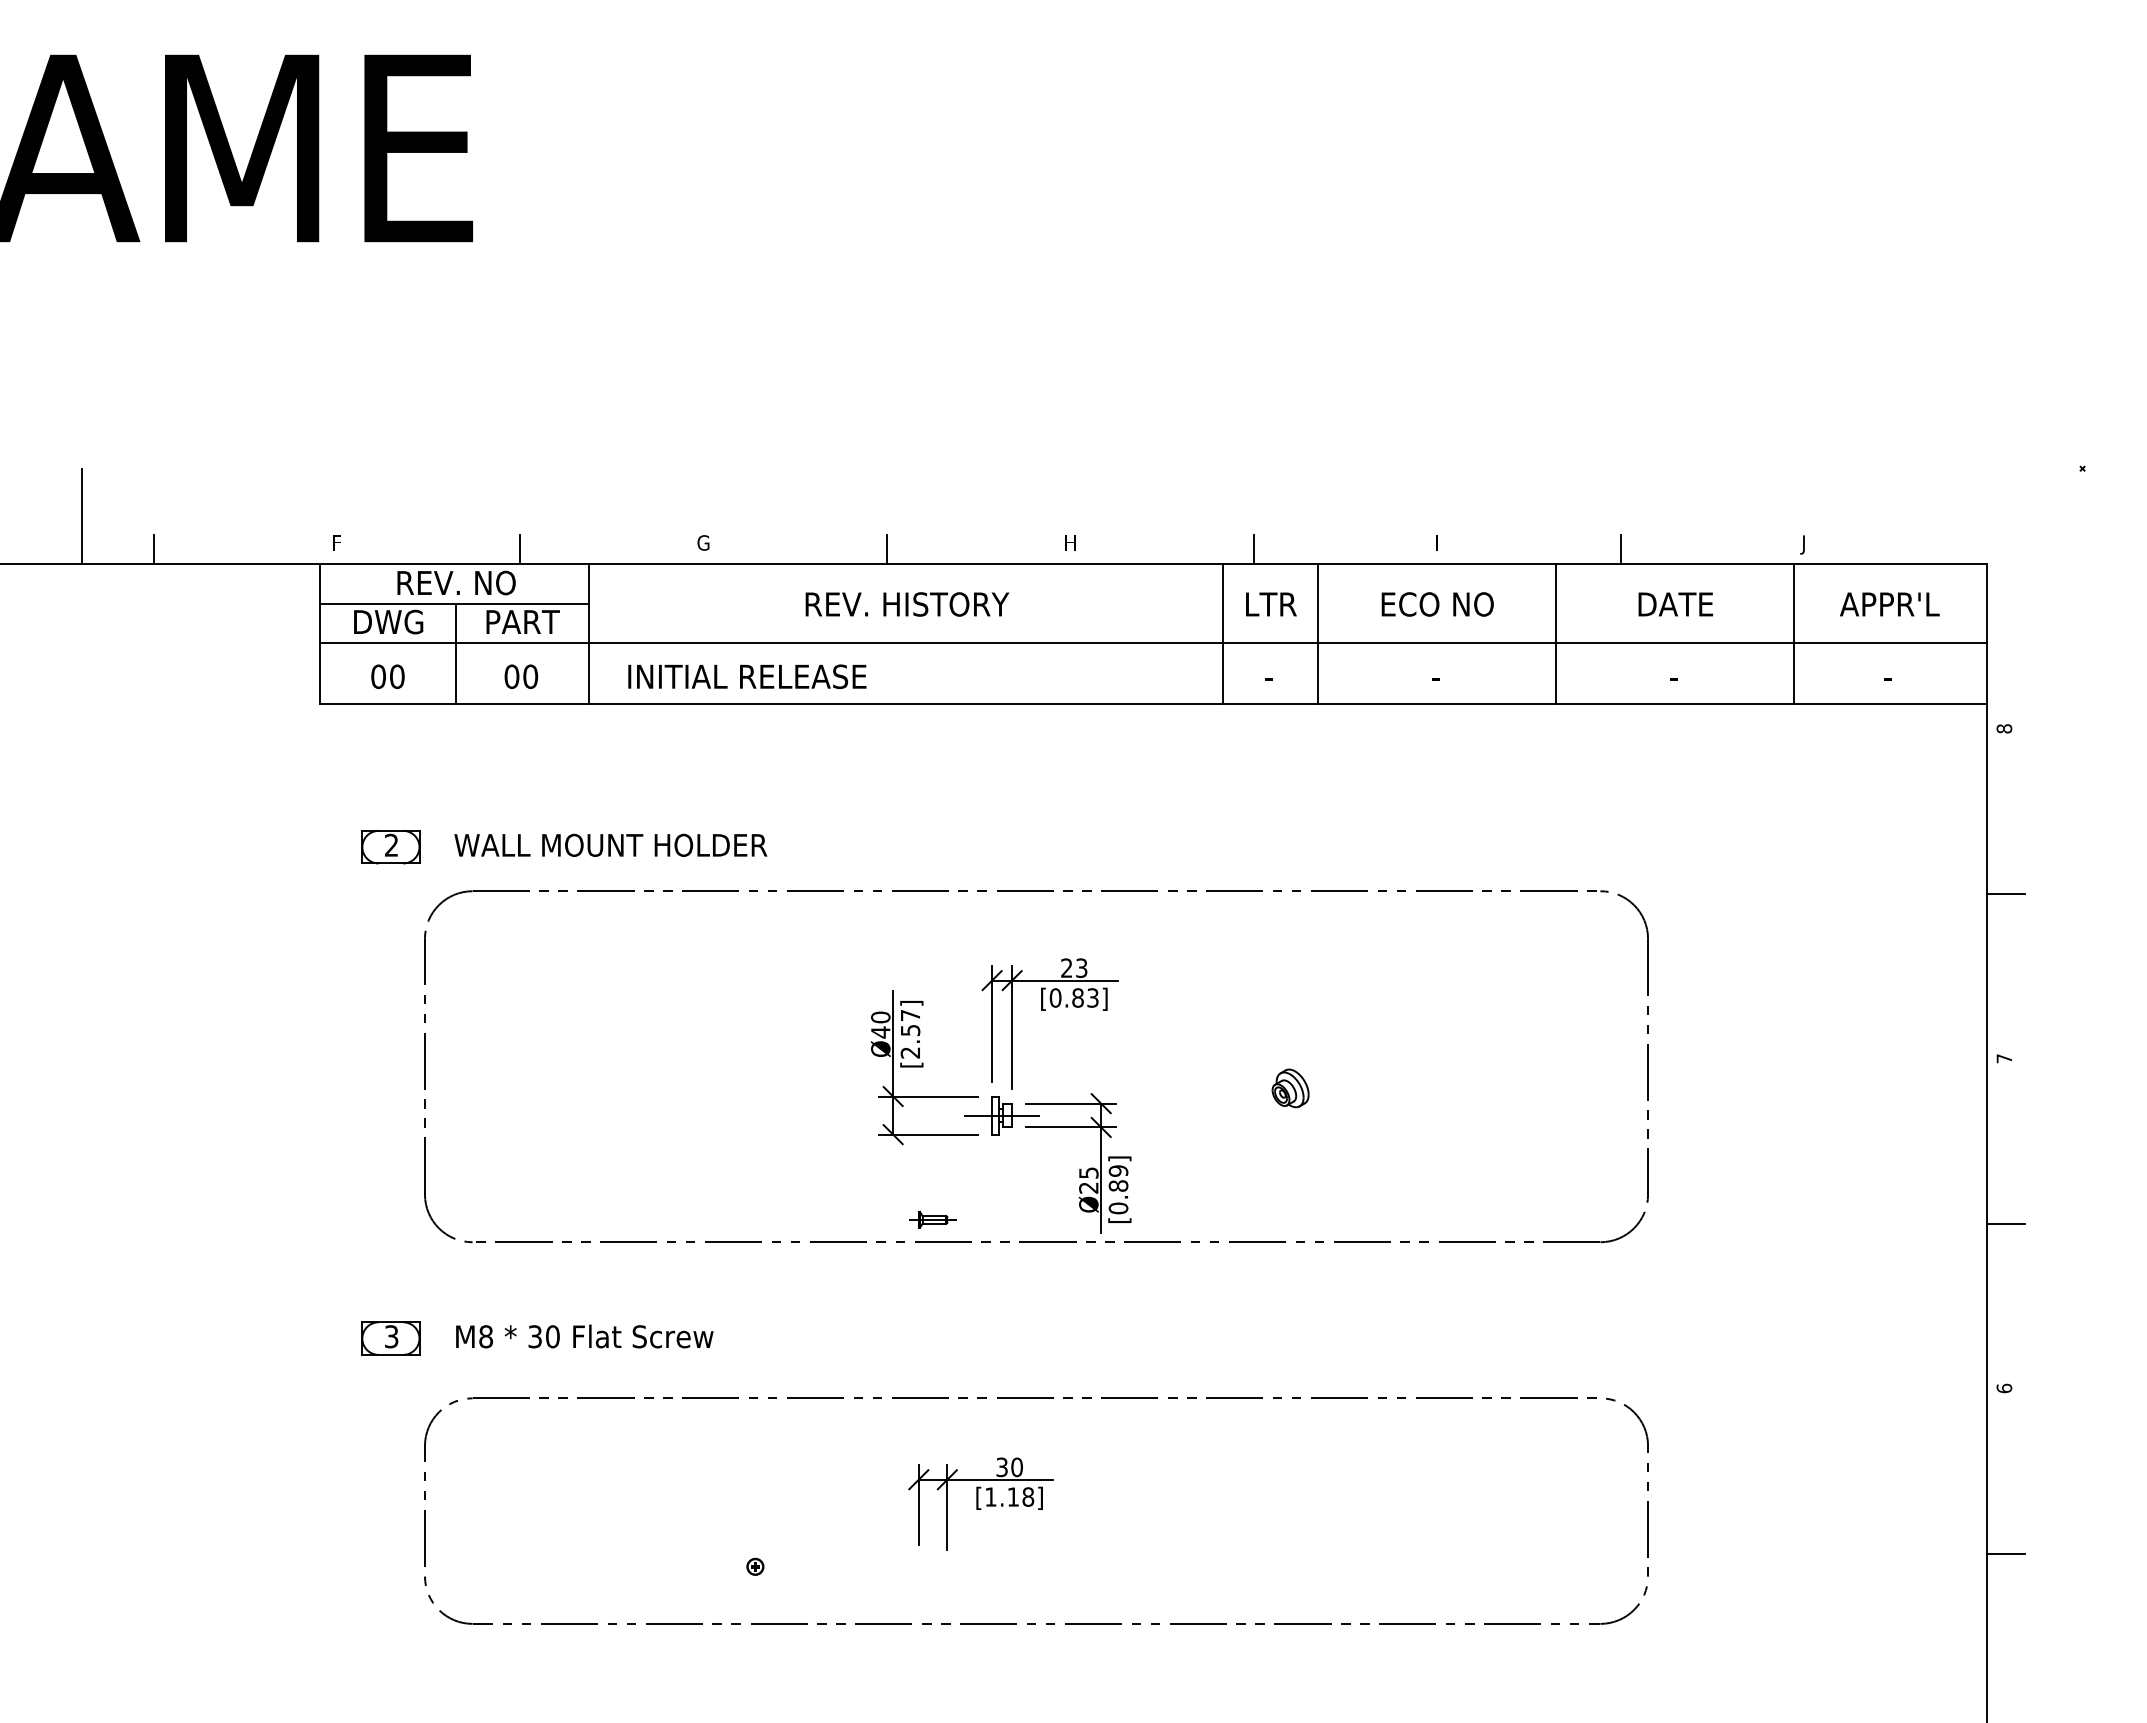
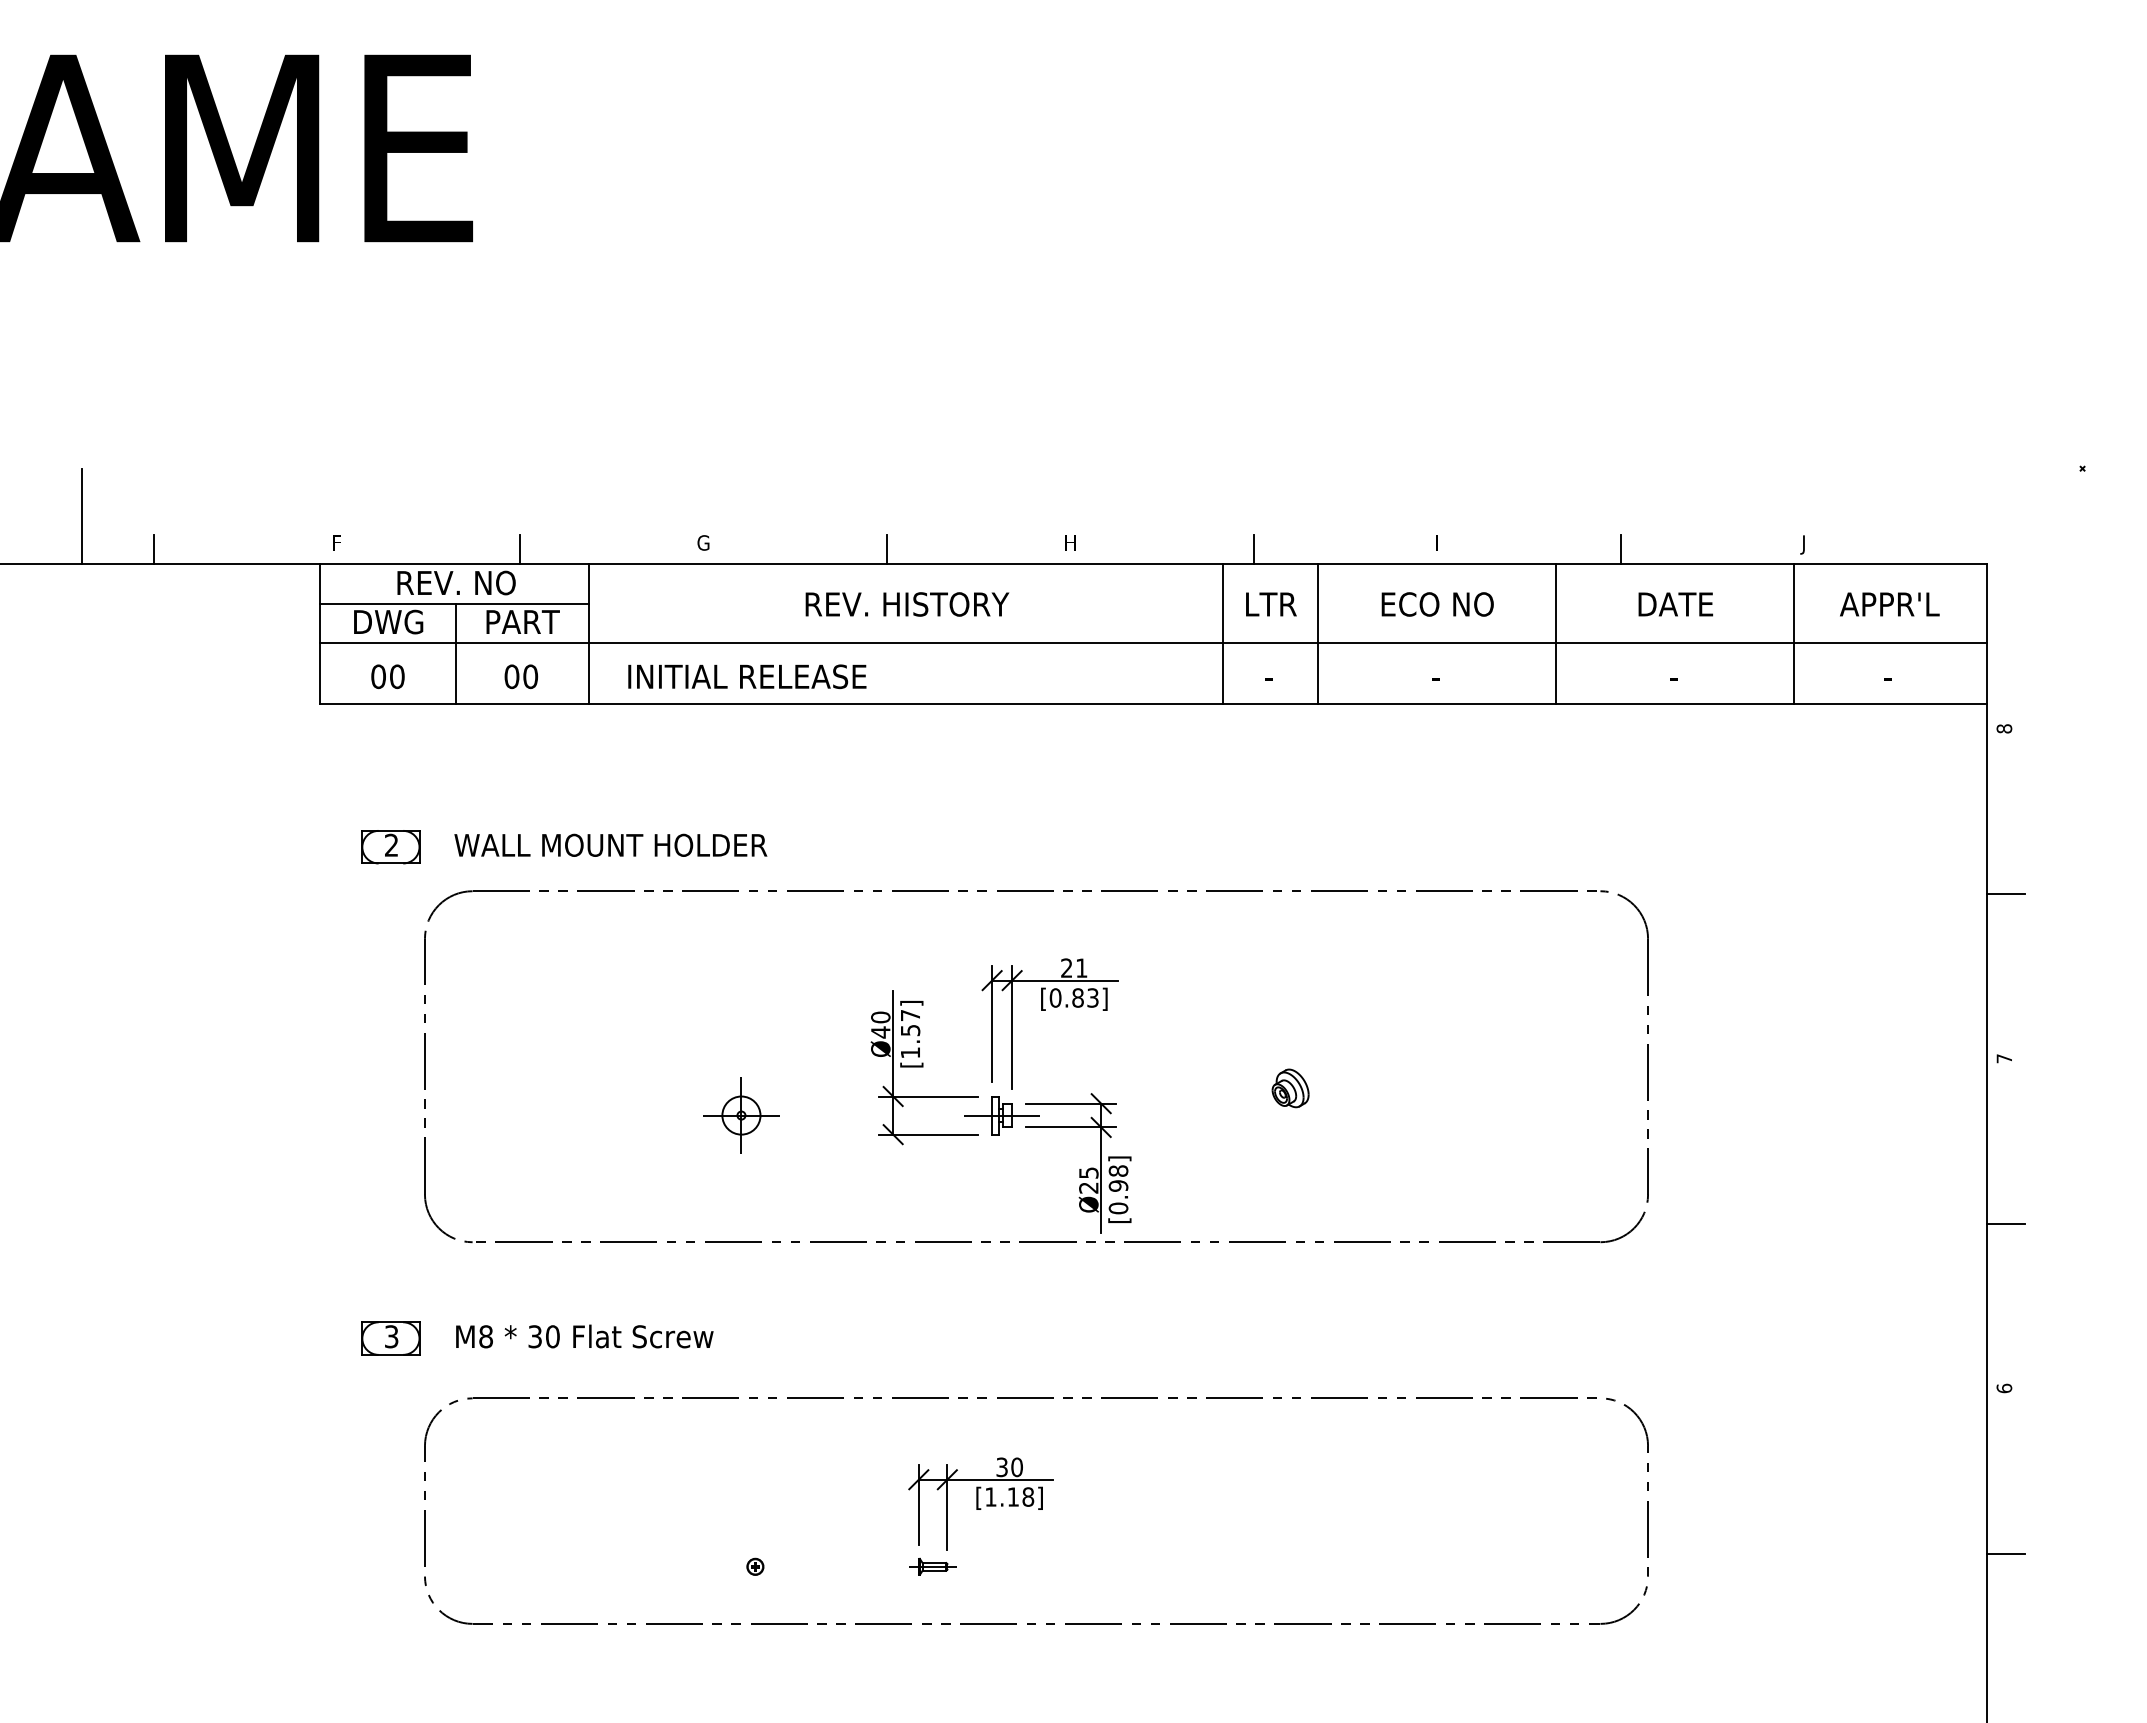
text at (1081, 967): 23 -> 21
text at (909, 1052): [2.57] -> [1.57]
part at (741, 1115): none -> present
text at (1118, 1178): [0.89] -> [0.98]
part at (932, 1219) position: (932, 1219) -> (932, 1566)
